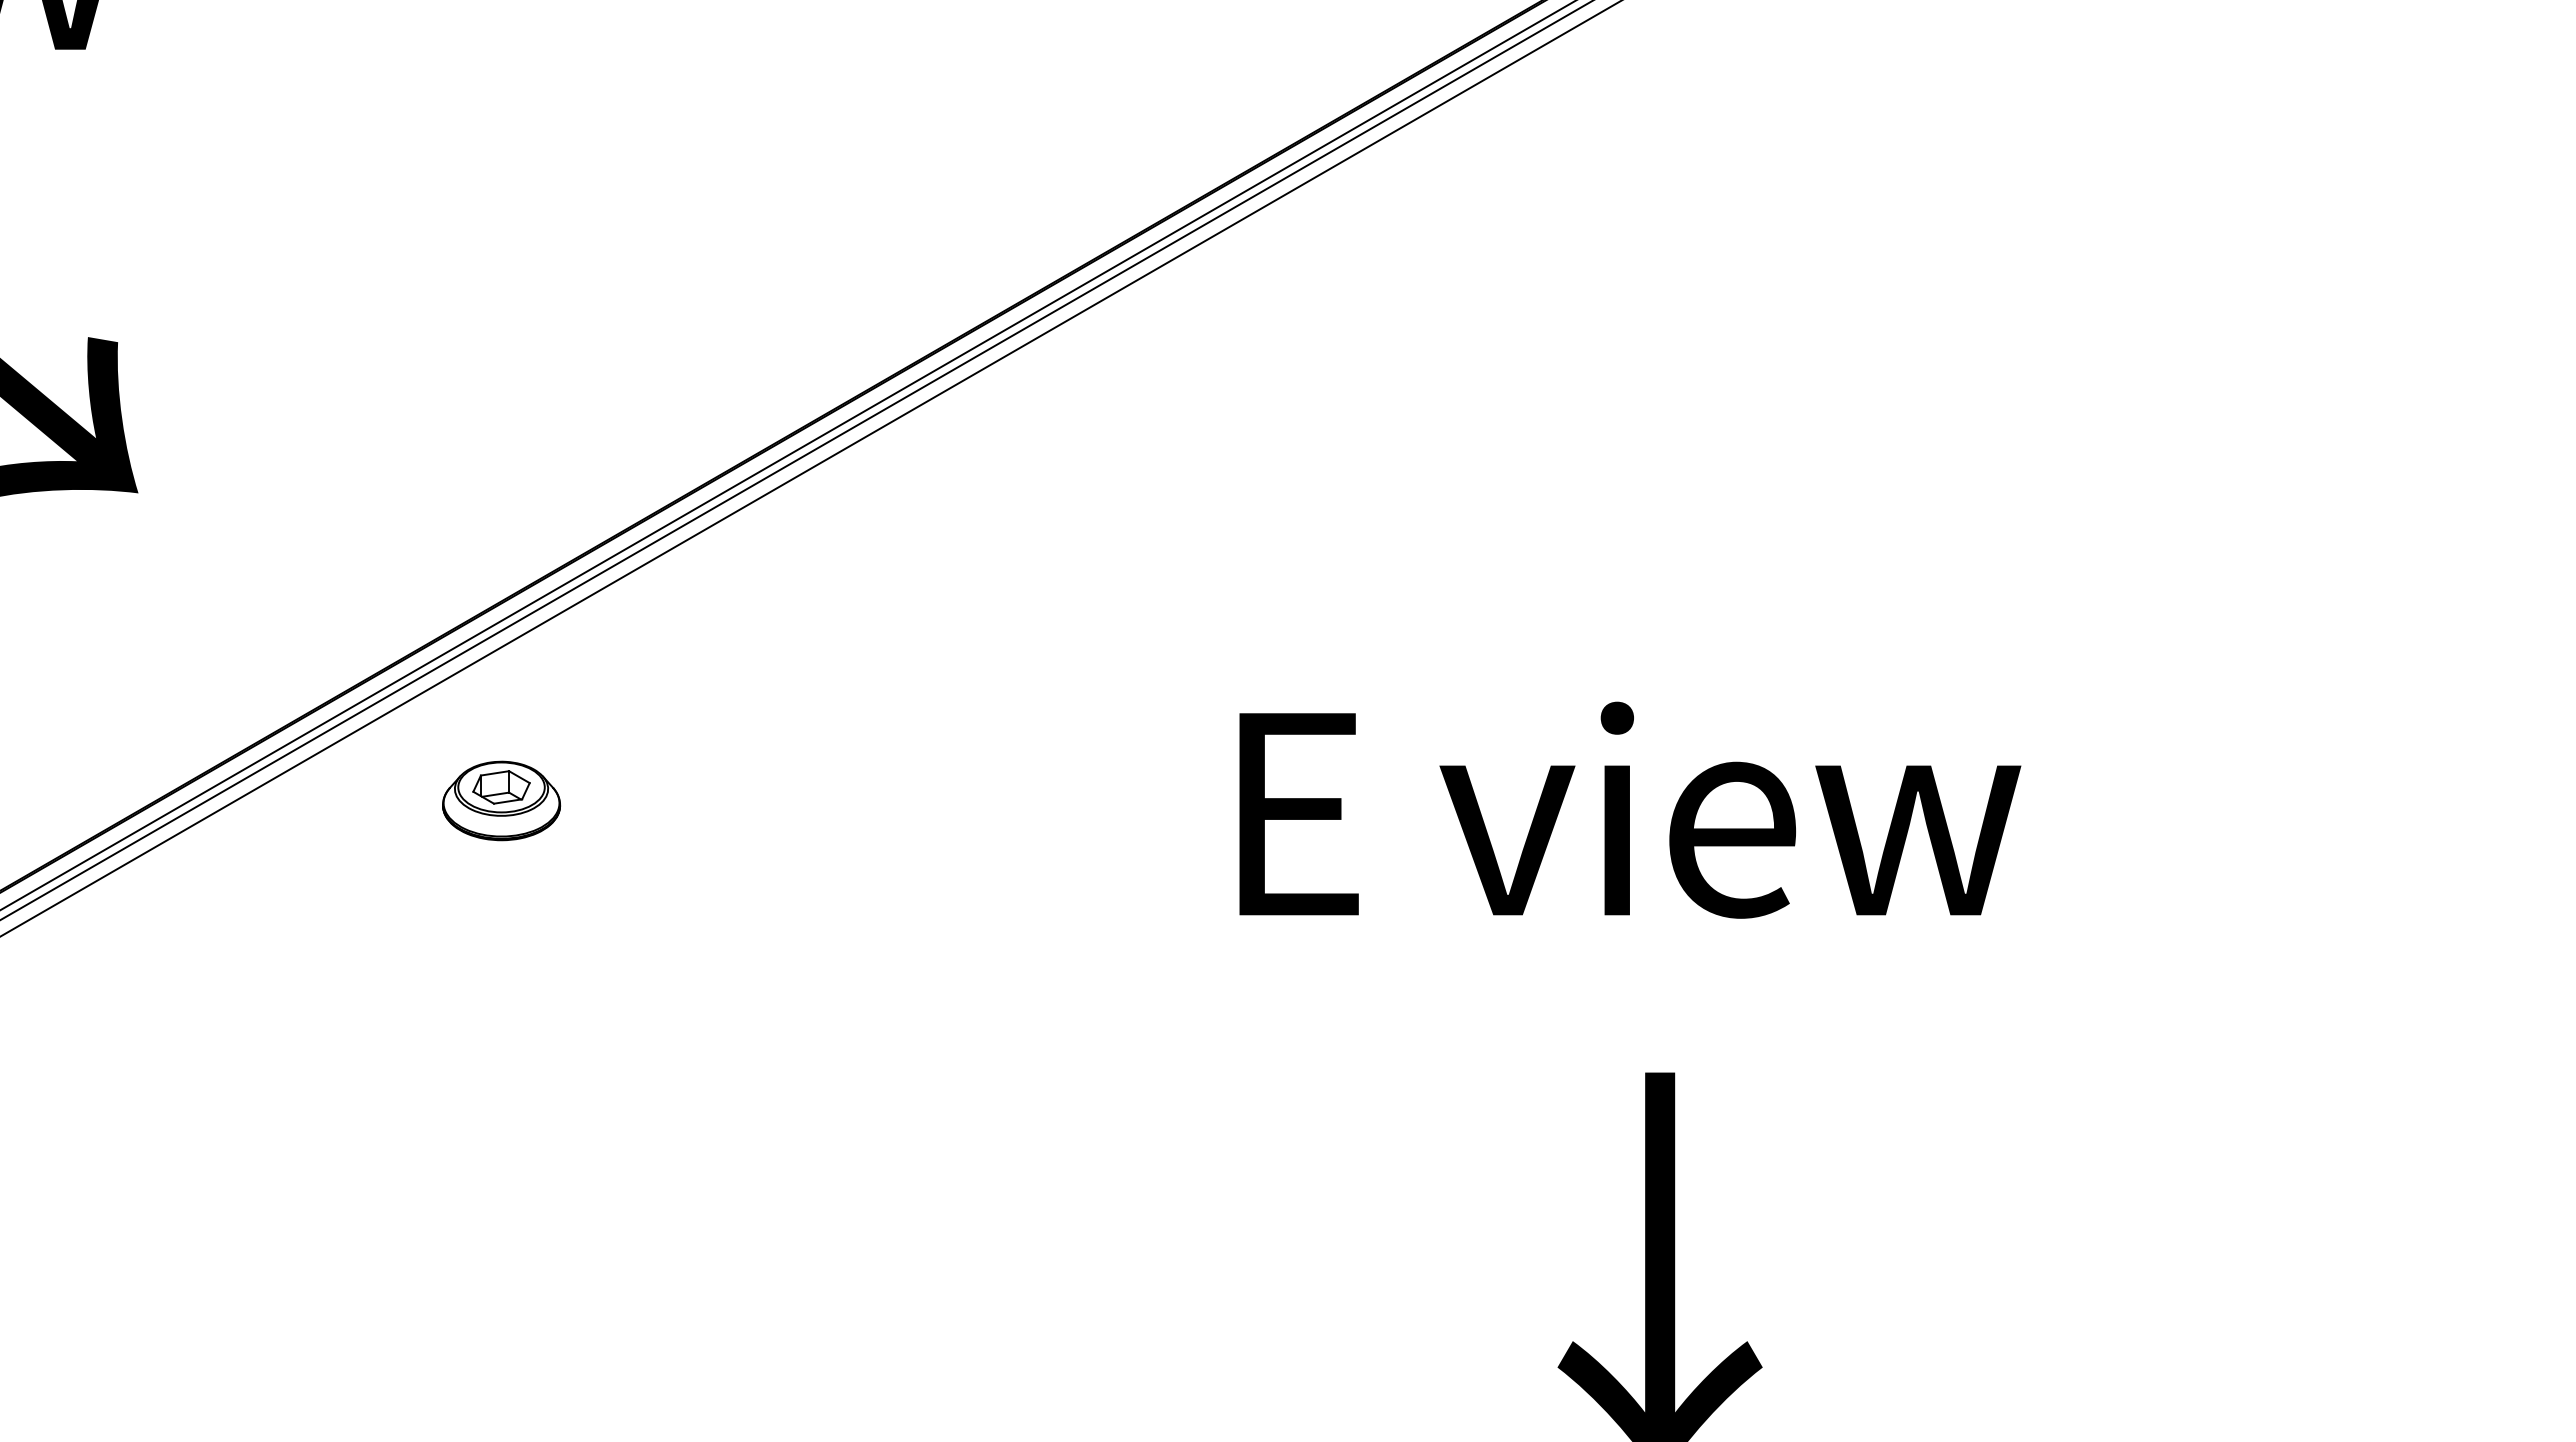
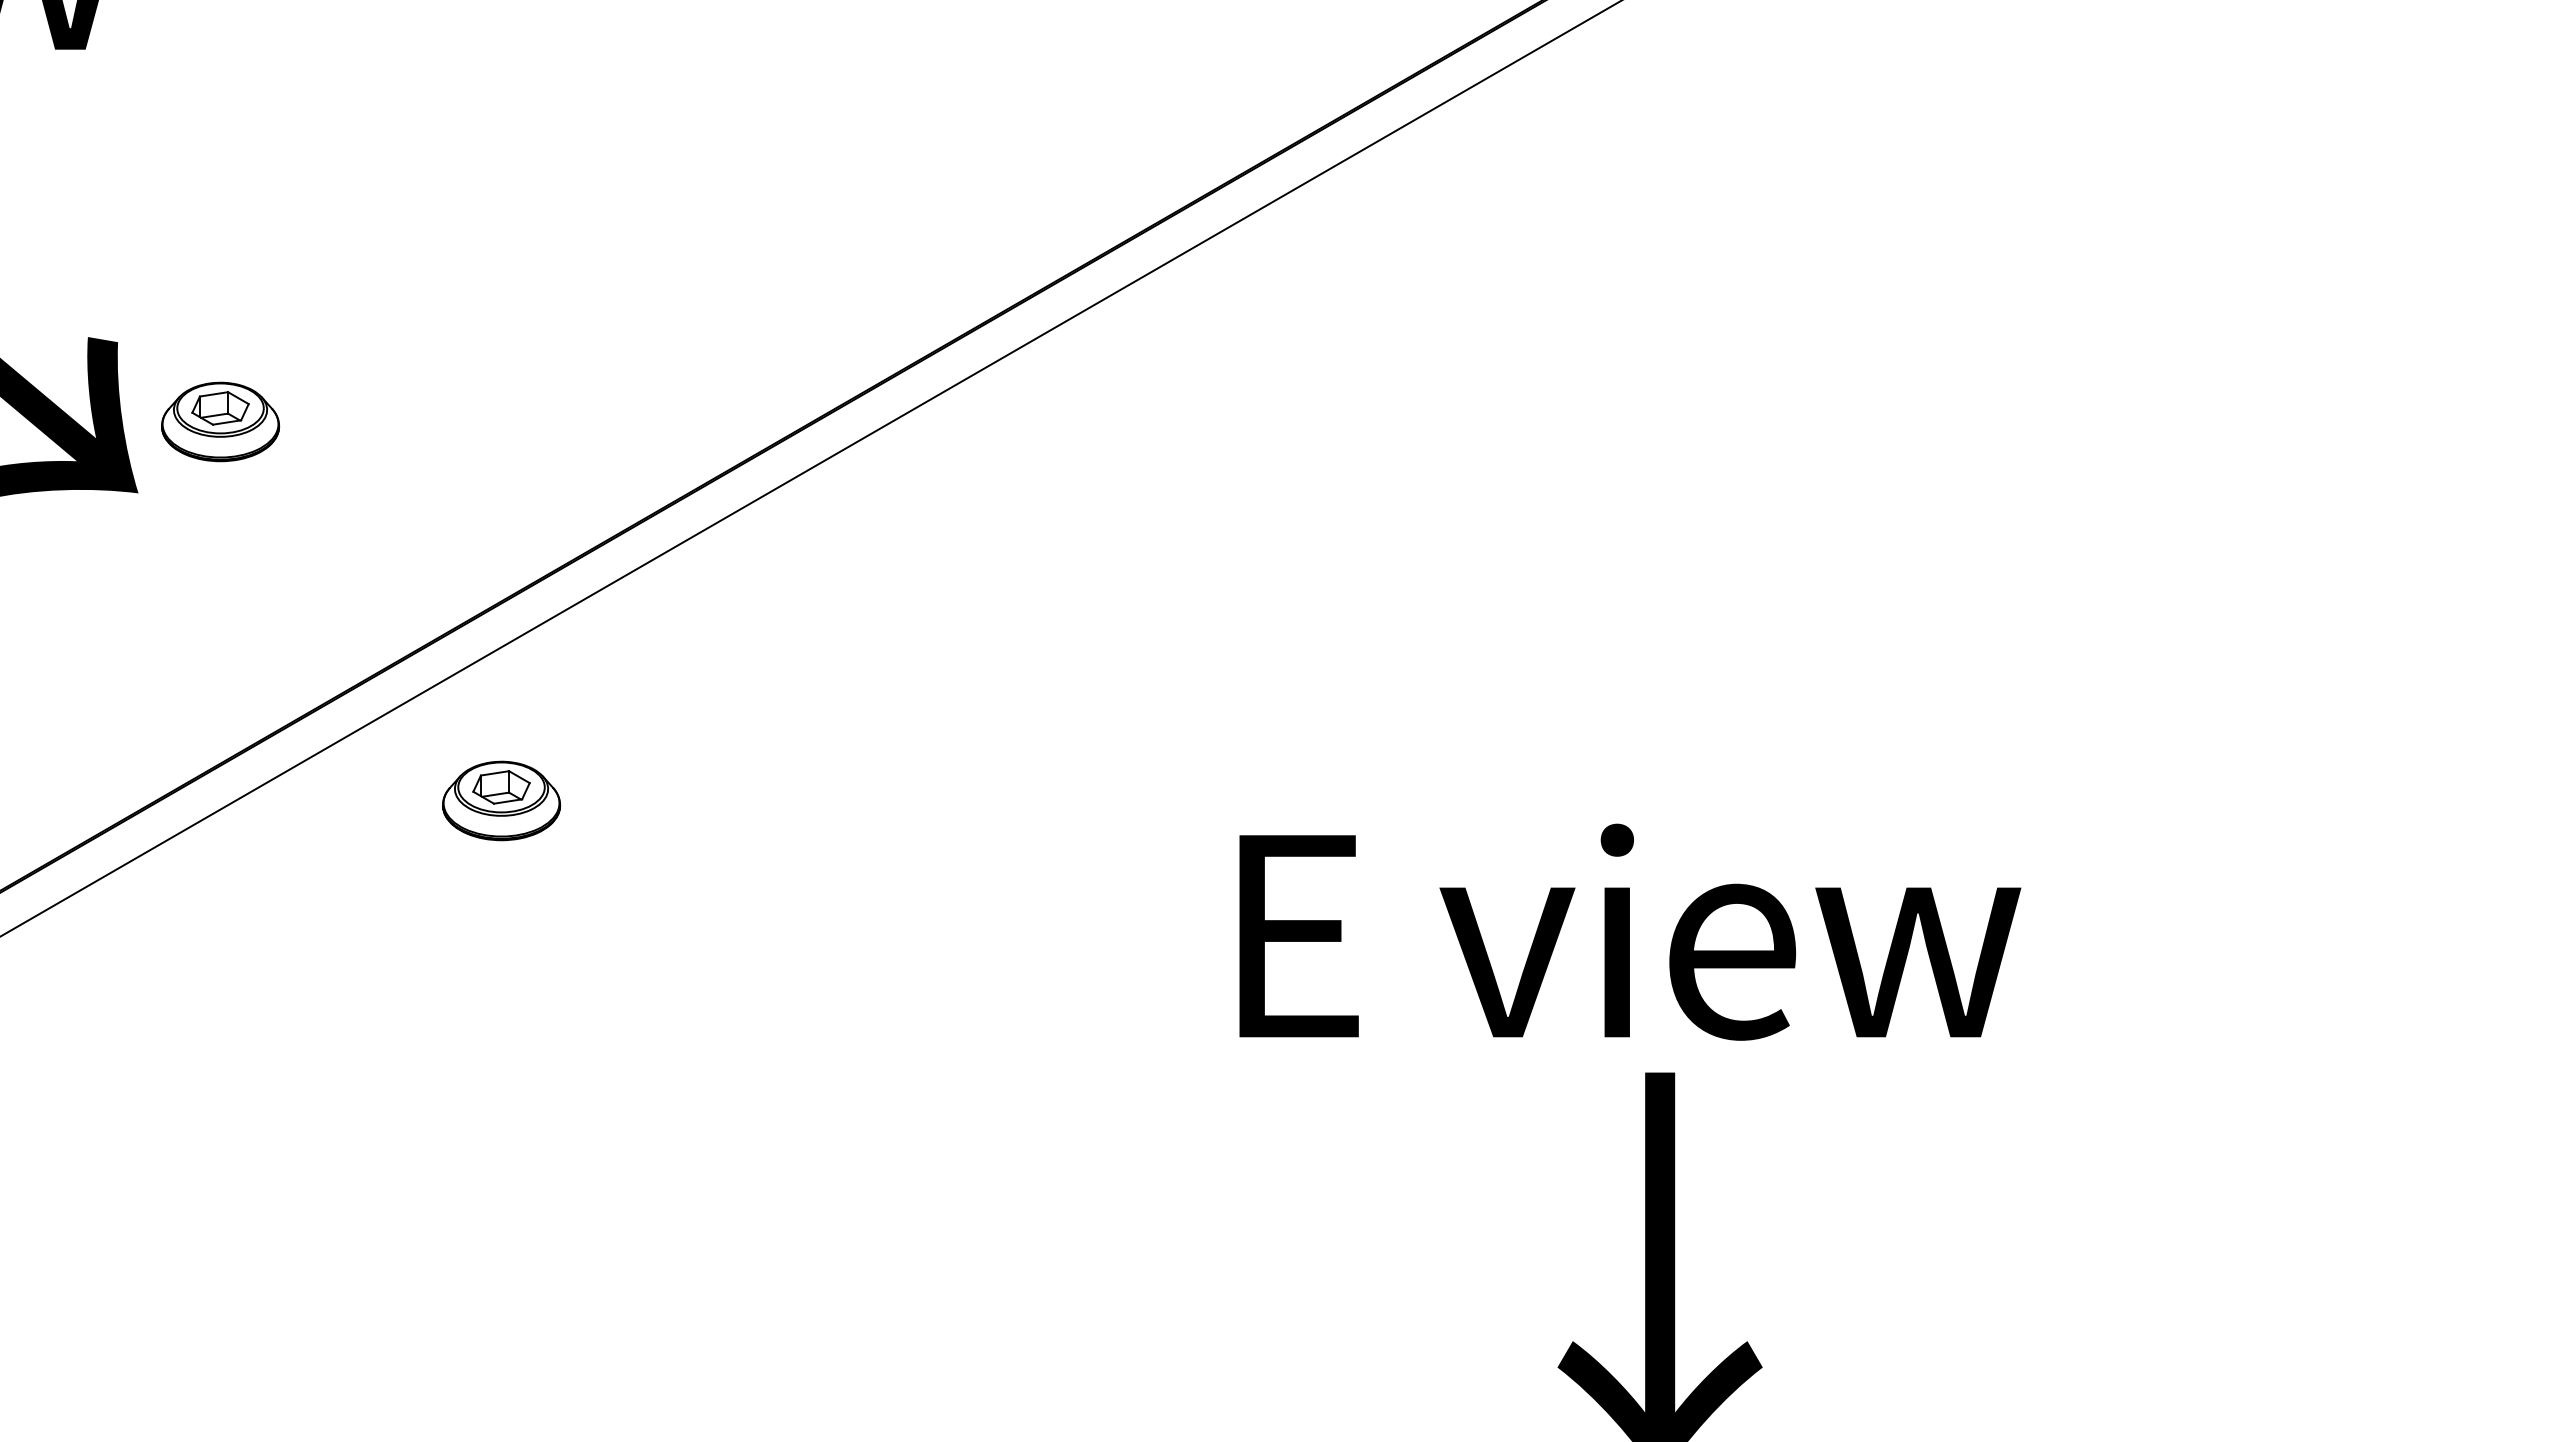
part at (220, 421): none -> present
line at (787, 455): present -> none
line at (795, 460): present -> none
text at (1630, 809) position: (1630, 809) -> (1630, 931)
